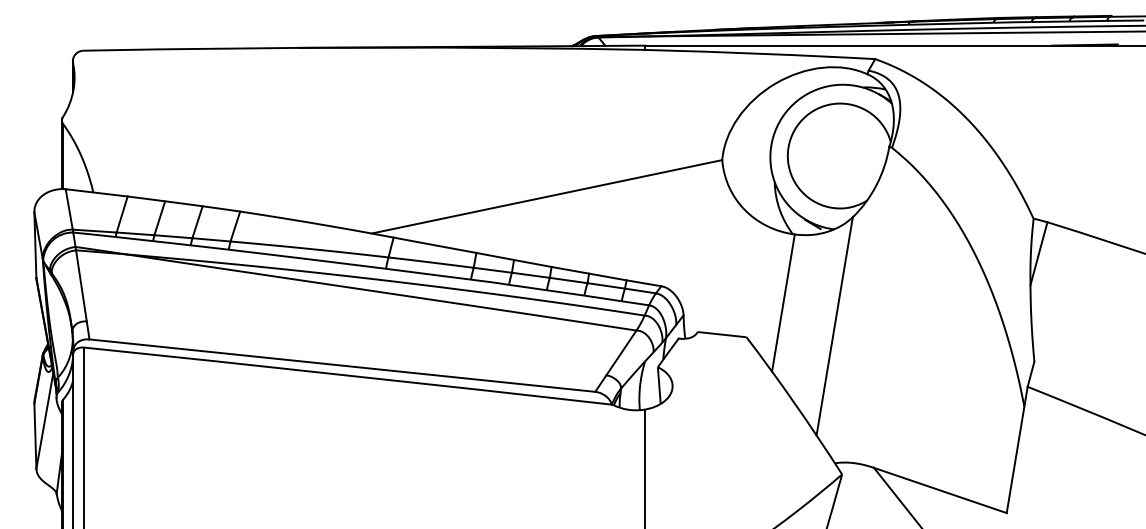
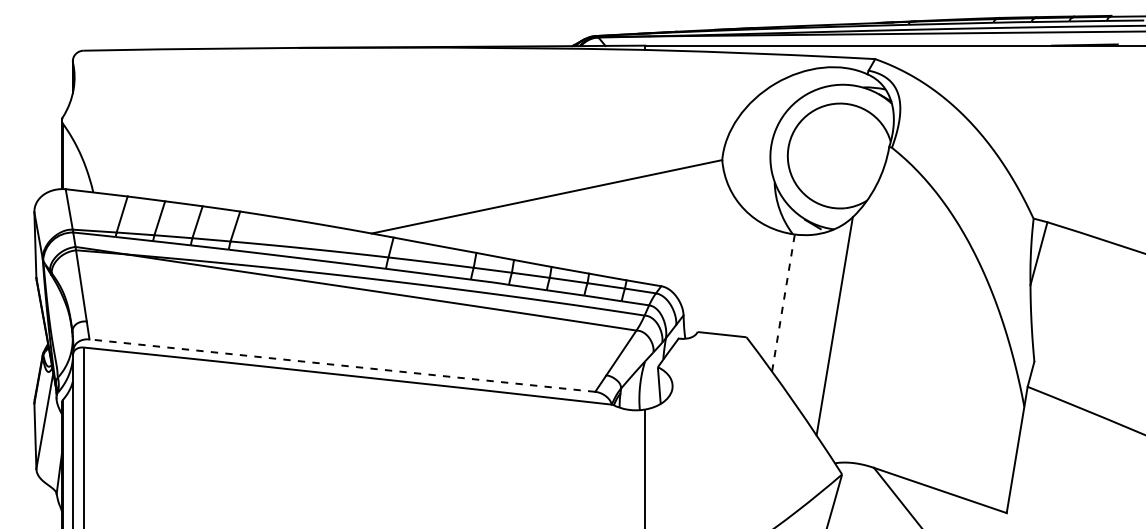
line at (783, 302): solid -> dashed
line at (341, 365): solid -> dashed
